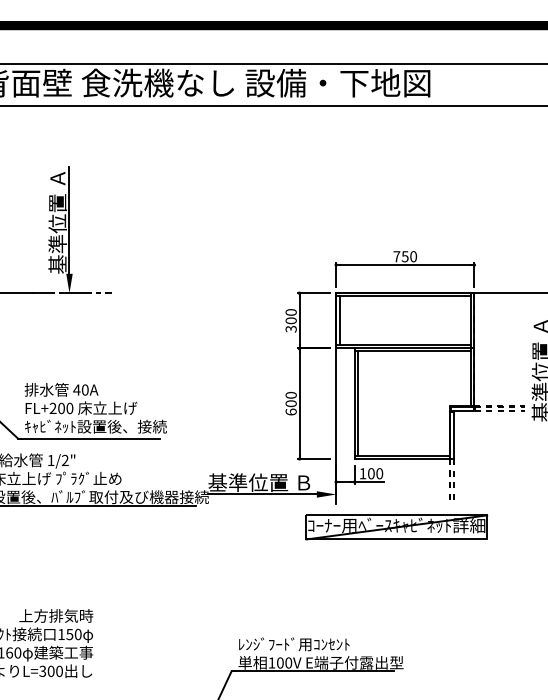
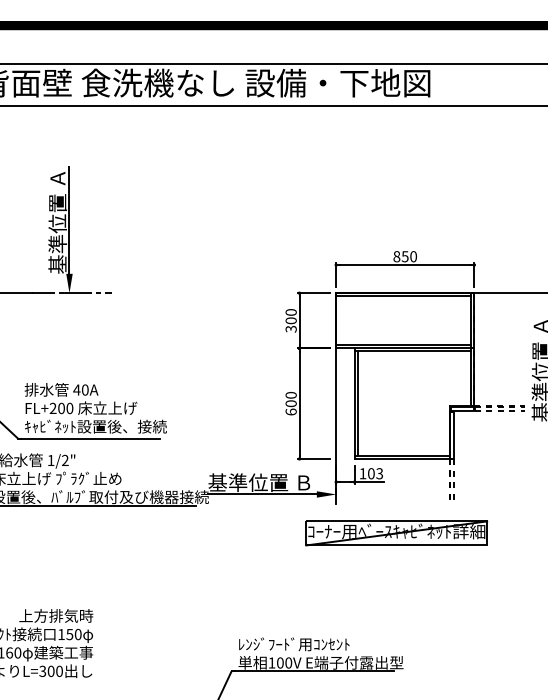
text at (396, 256): 750 -> 850
line at (339, 320): present -> none
text at (379, 473): 100 -> 103
part at (396, 527) position: (396, 527) -> (396, 533)
